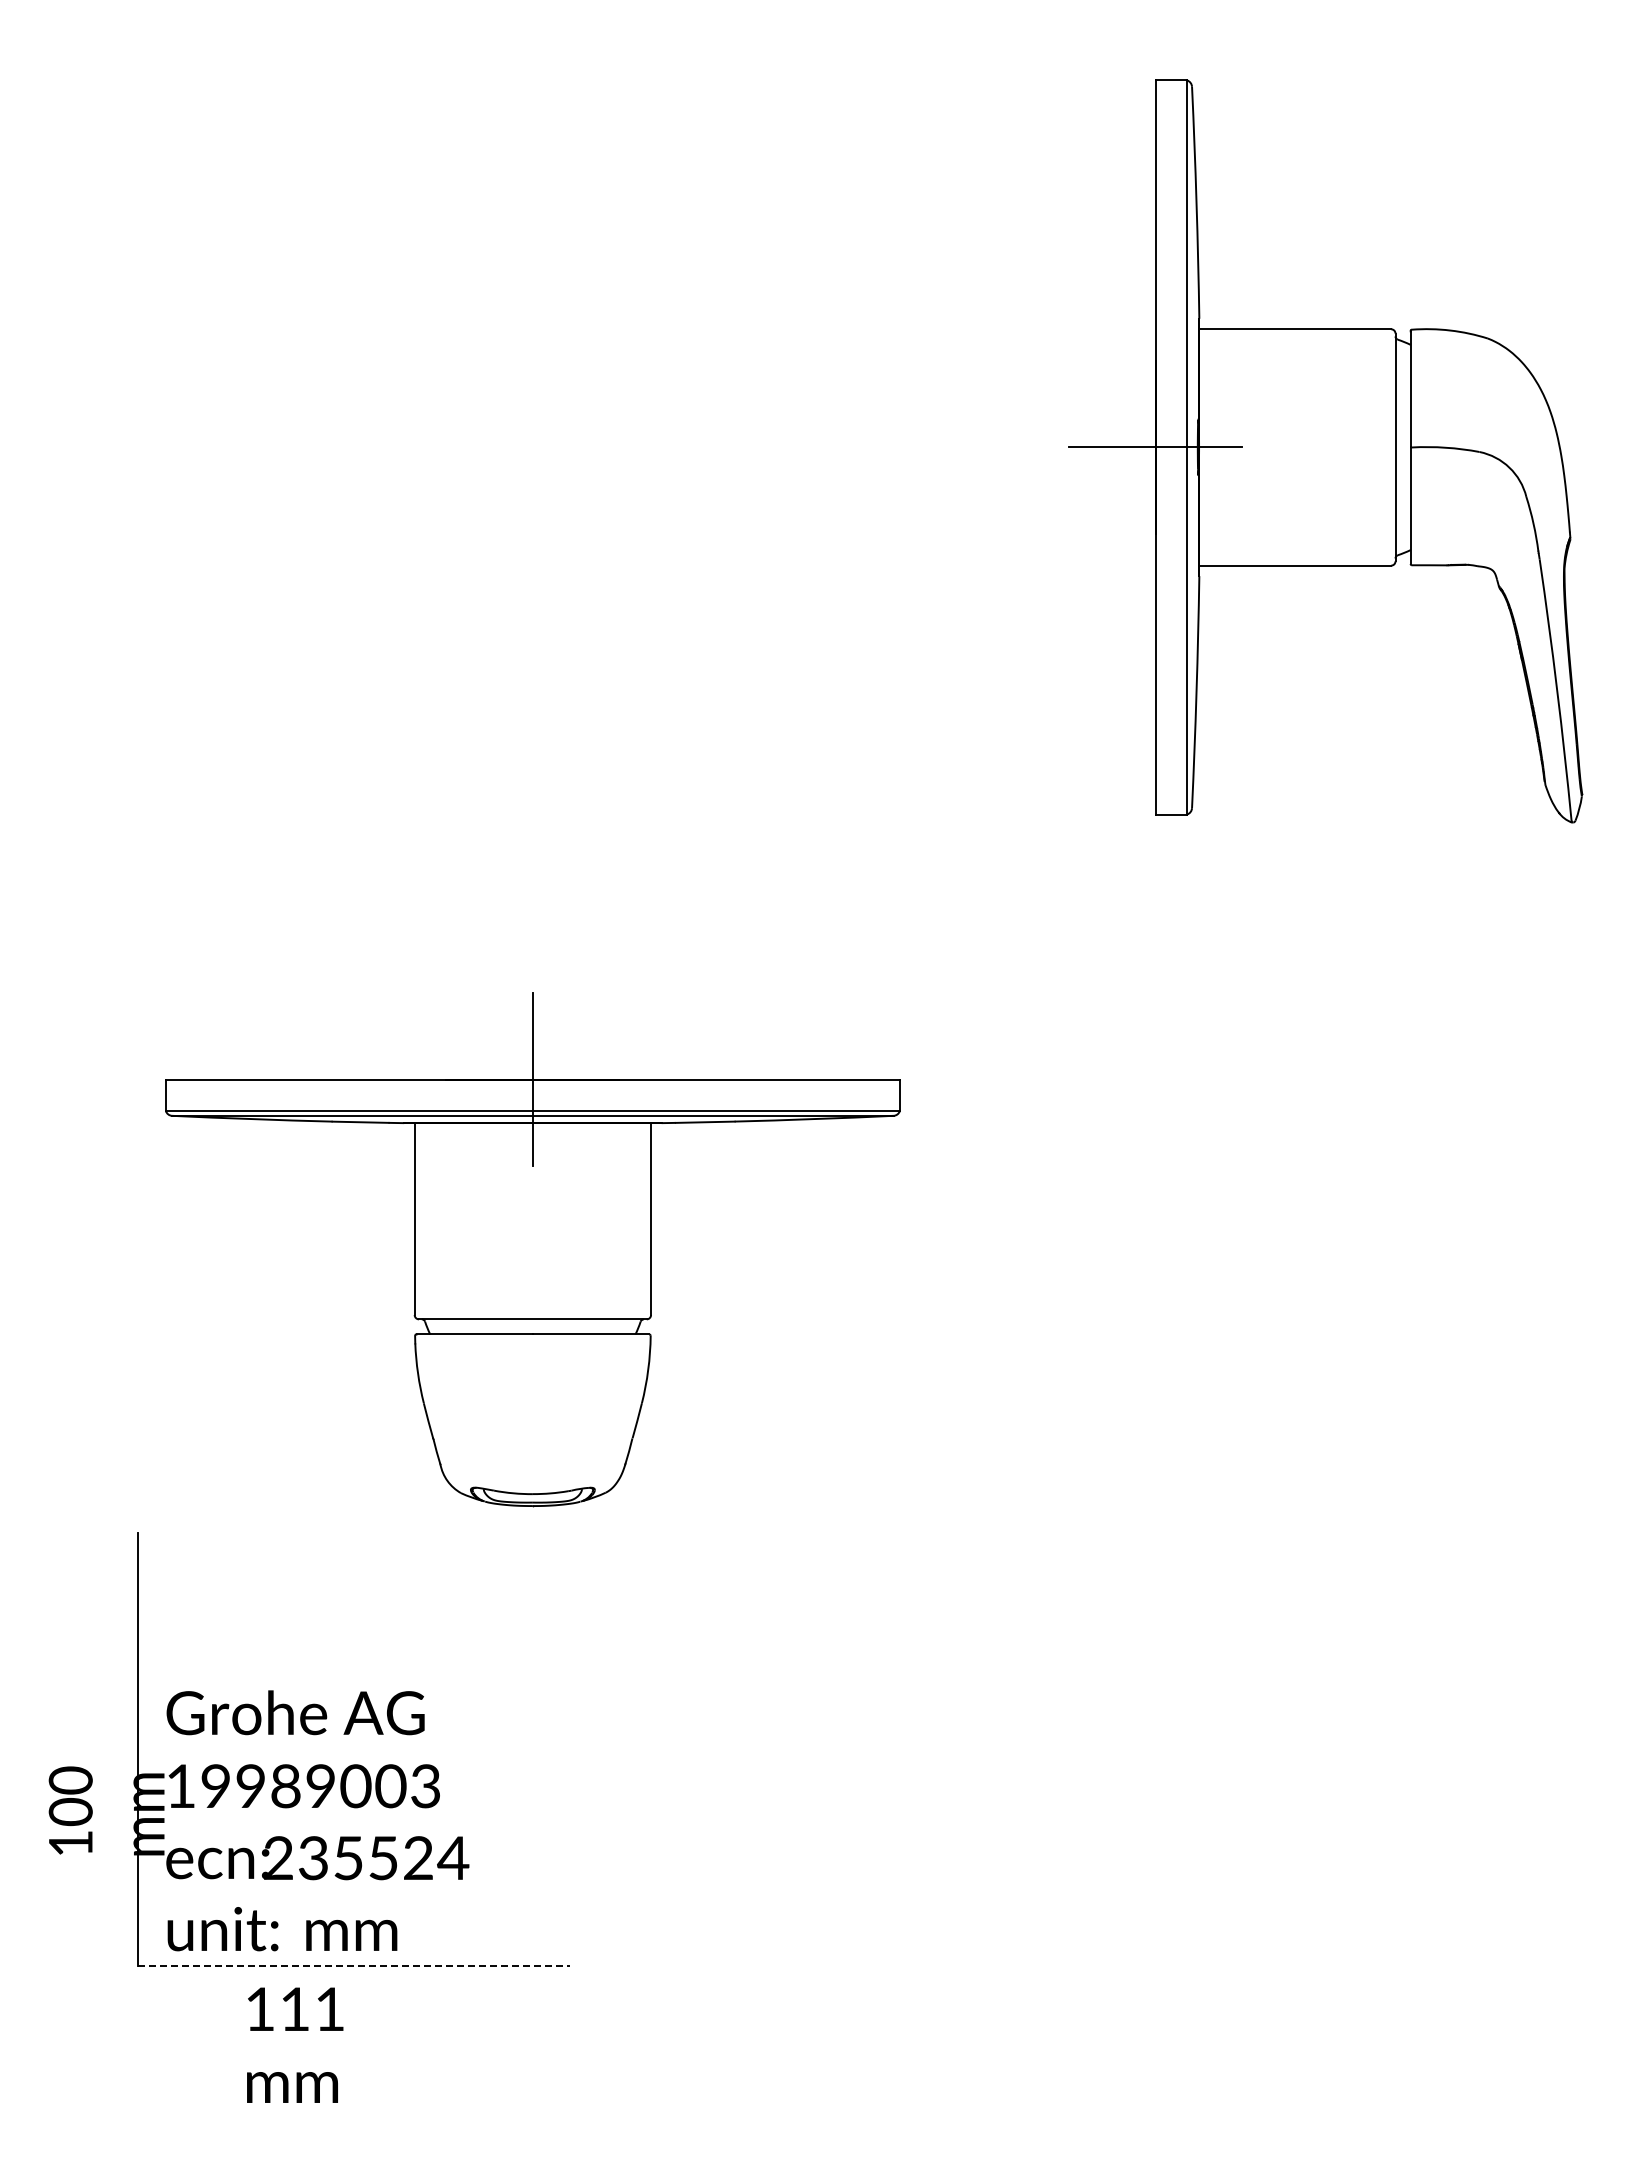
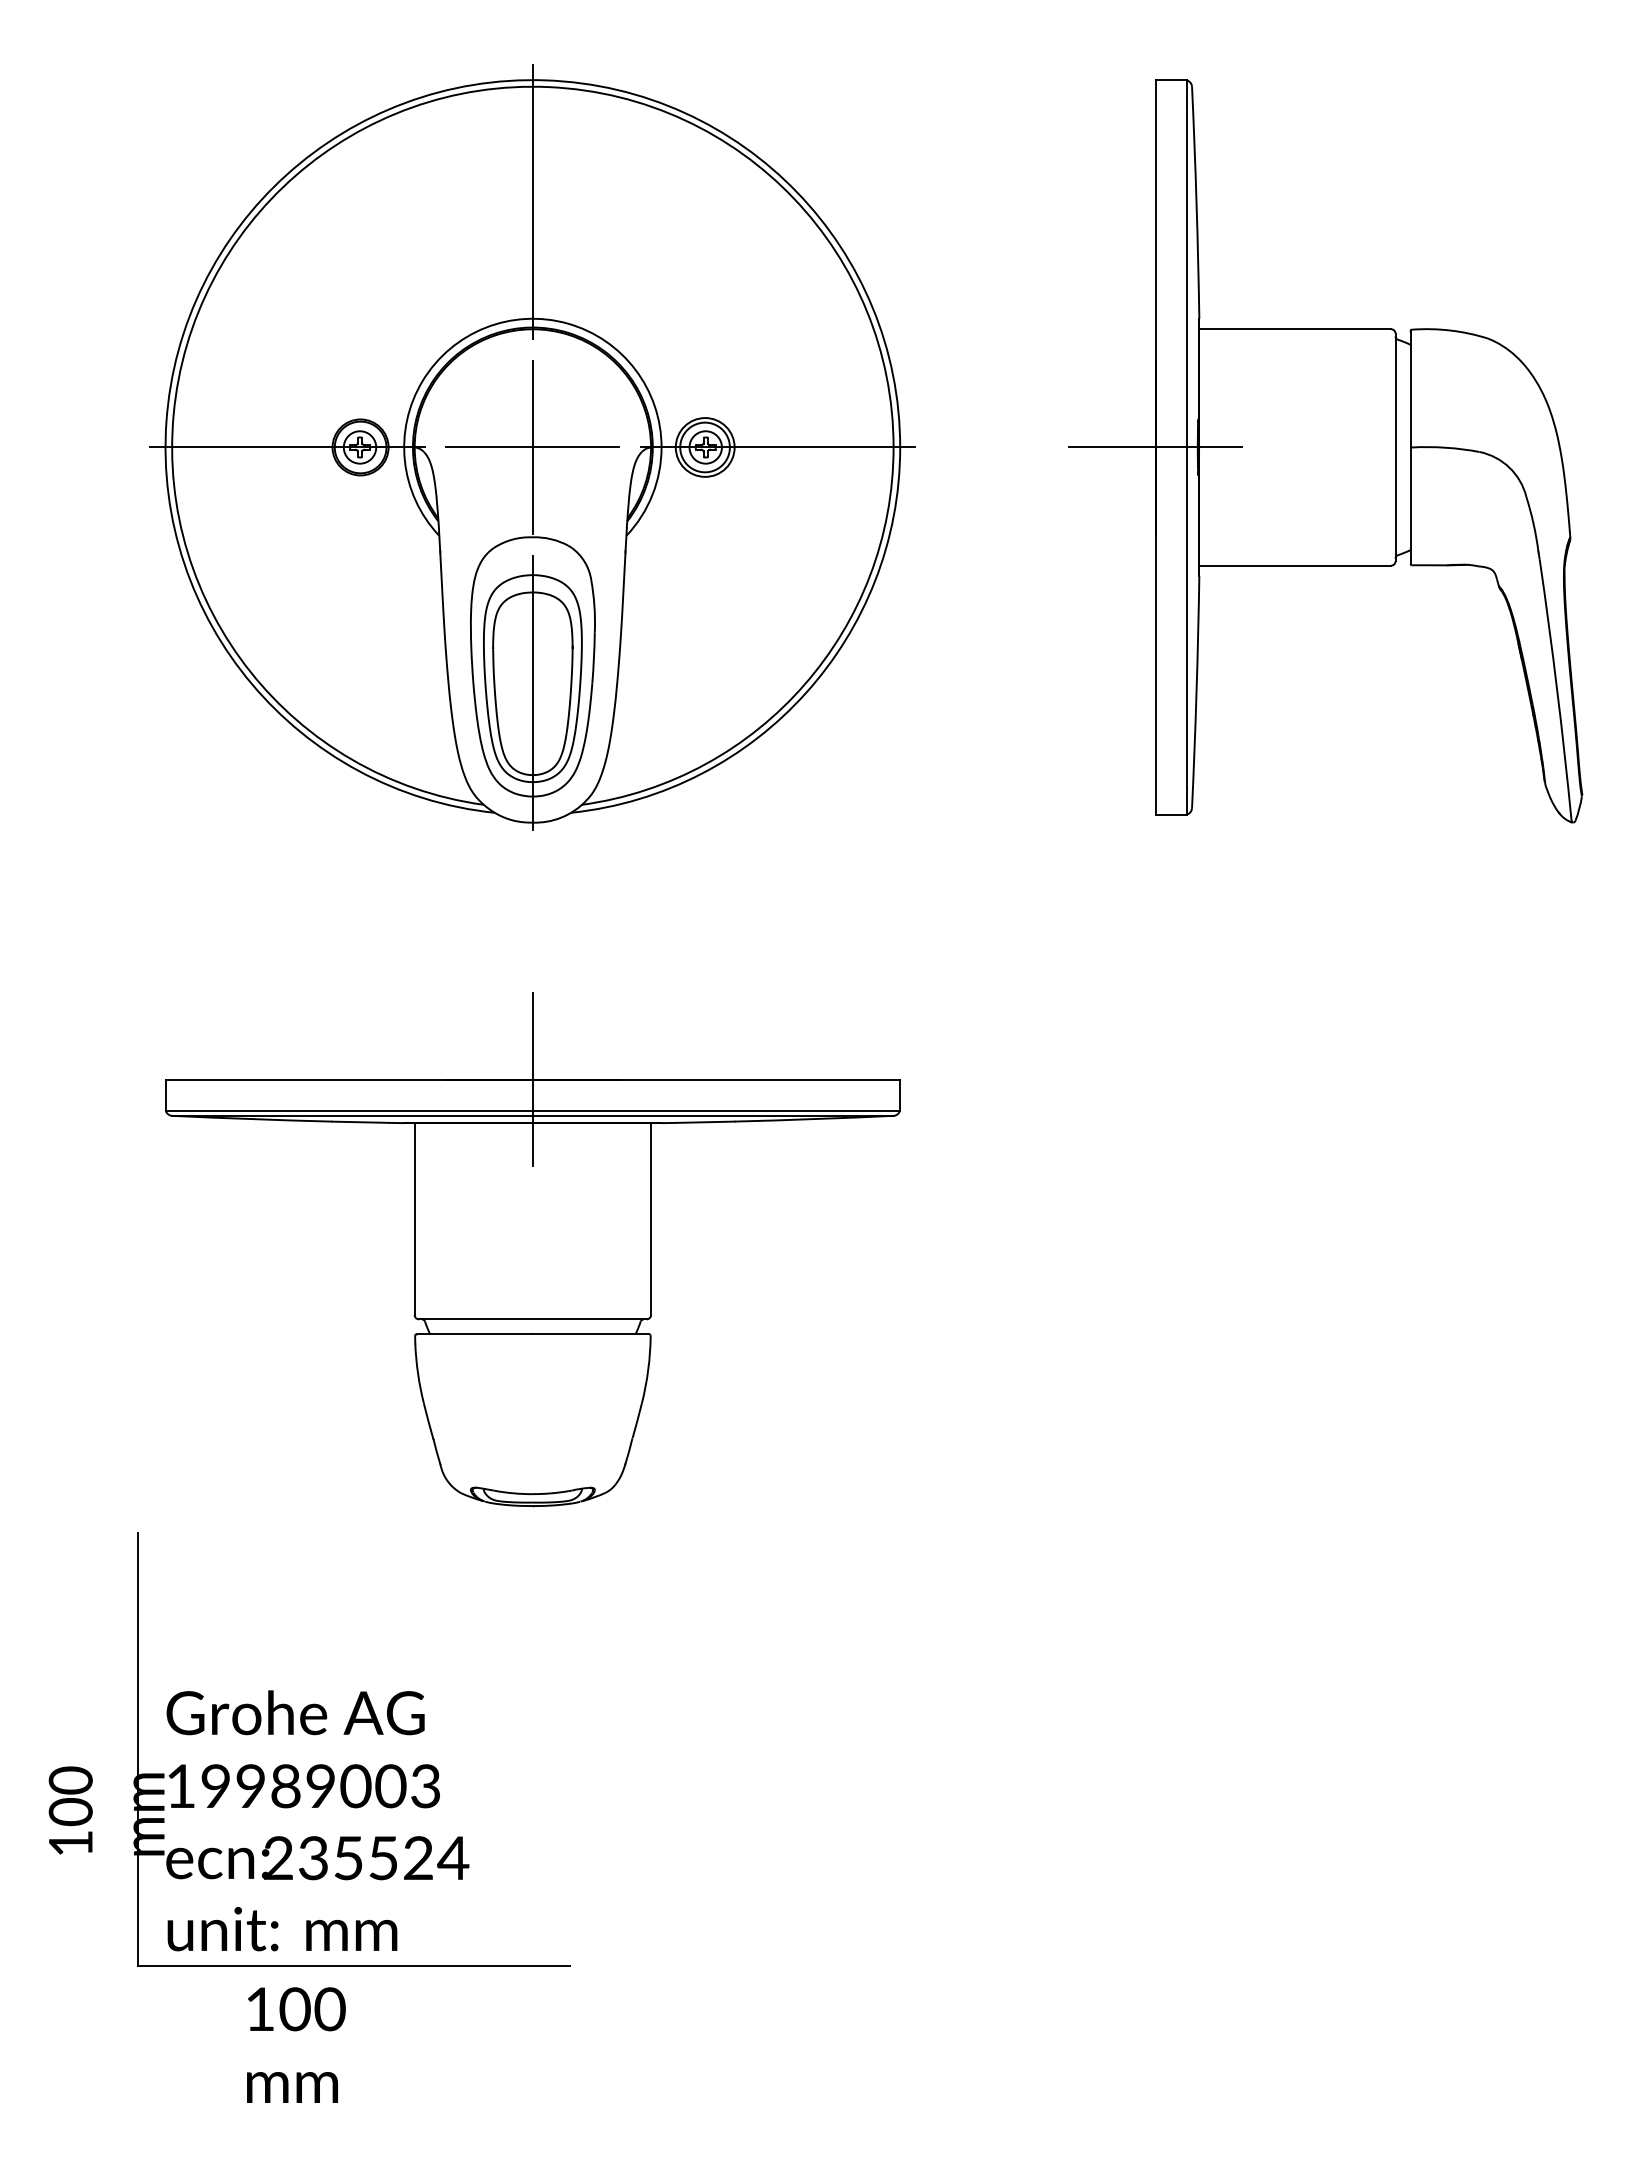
part at (532, 447): none -> present
line at (354, 1965): dashed -> solid
text at (312, 2009): 111 -> 100
